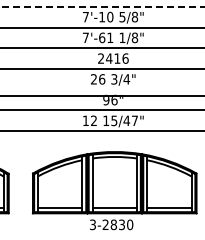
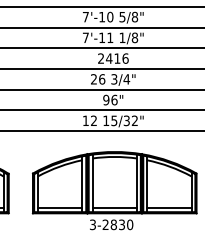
line at (102, 6): dashed -> solid
text at (102, 37): 7'-61 -> 7'-11
line at (101, 95) position: (101, 95) -> (101, 89)
text at (130, 120): 15/47" -> 15/32"
